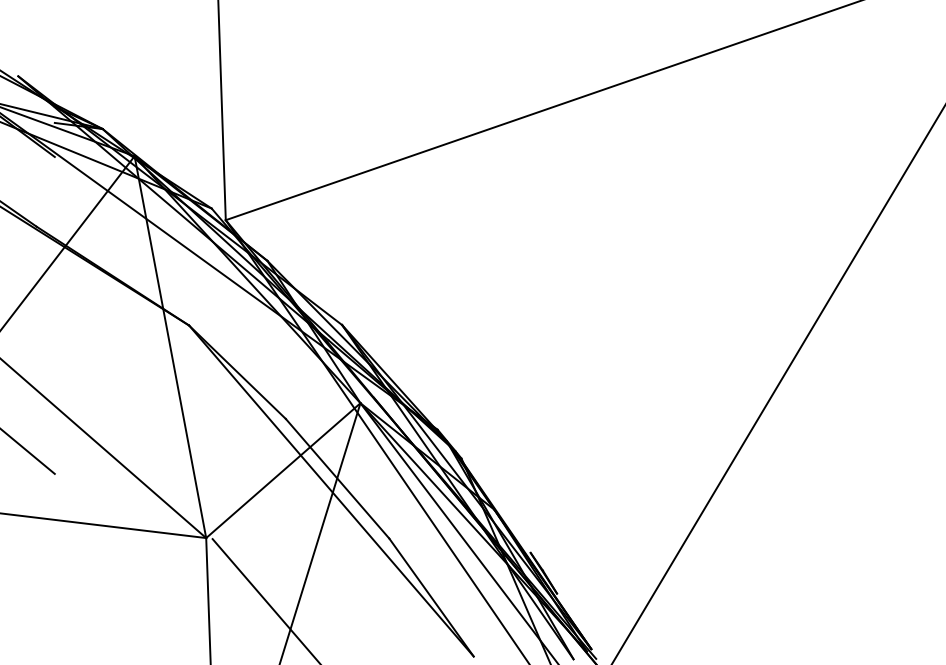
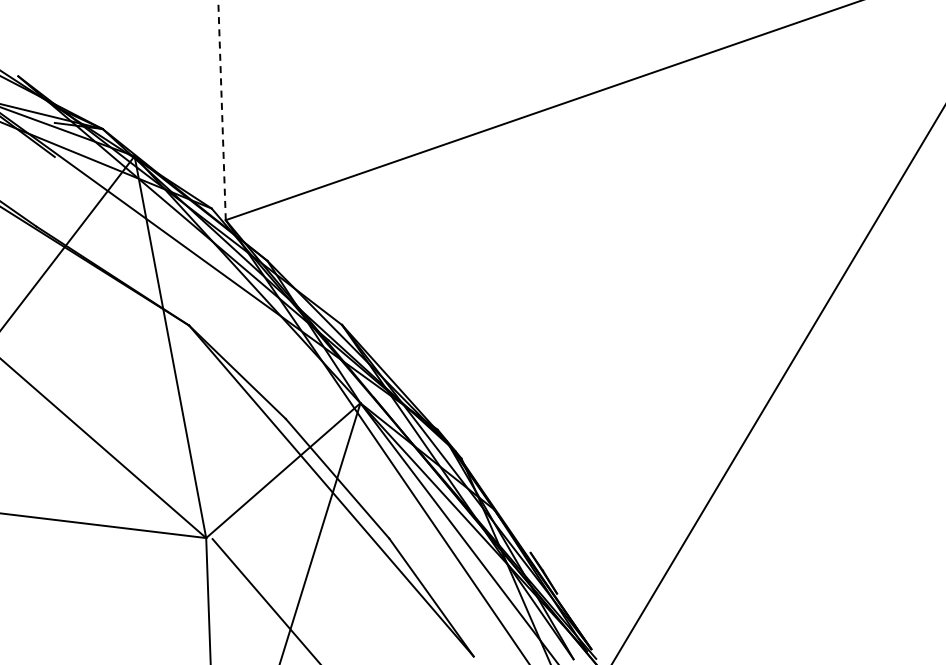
line at (222, 110): solid -> dashed
line at (28, 451): present -> none
